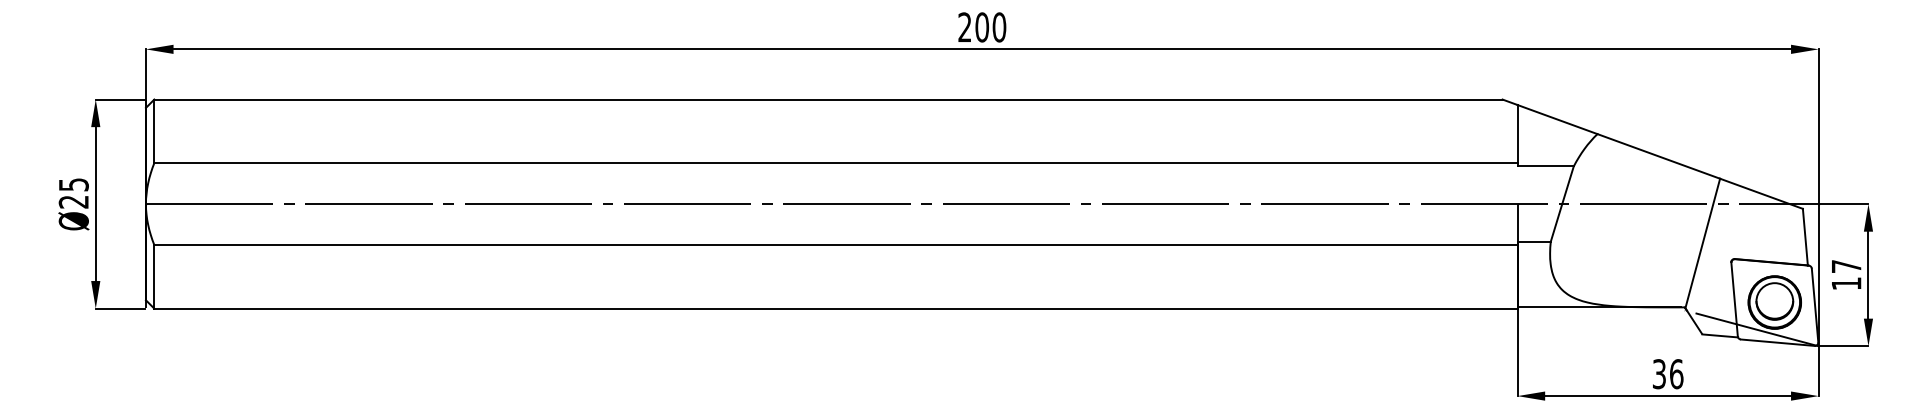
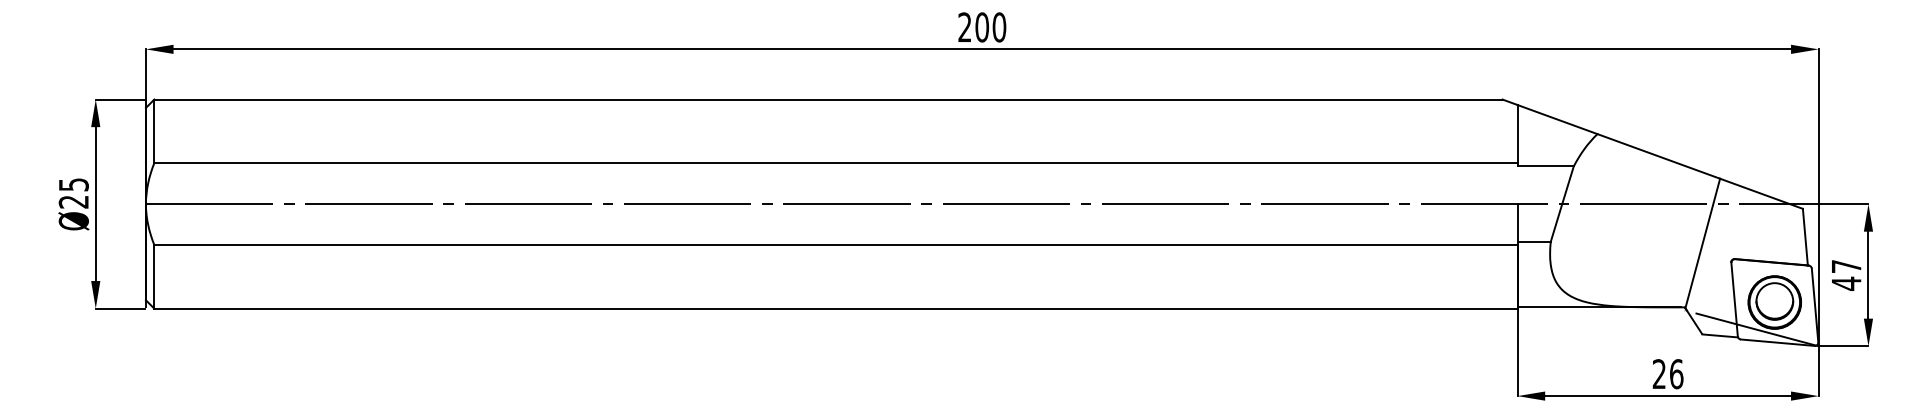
text at (1846, 283): 17 -> 47
text at (1658, 374): 36 -> 26
